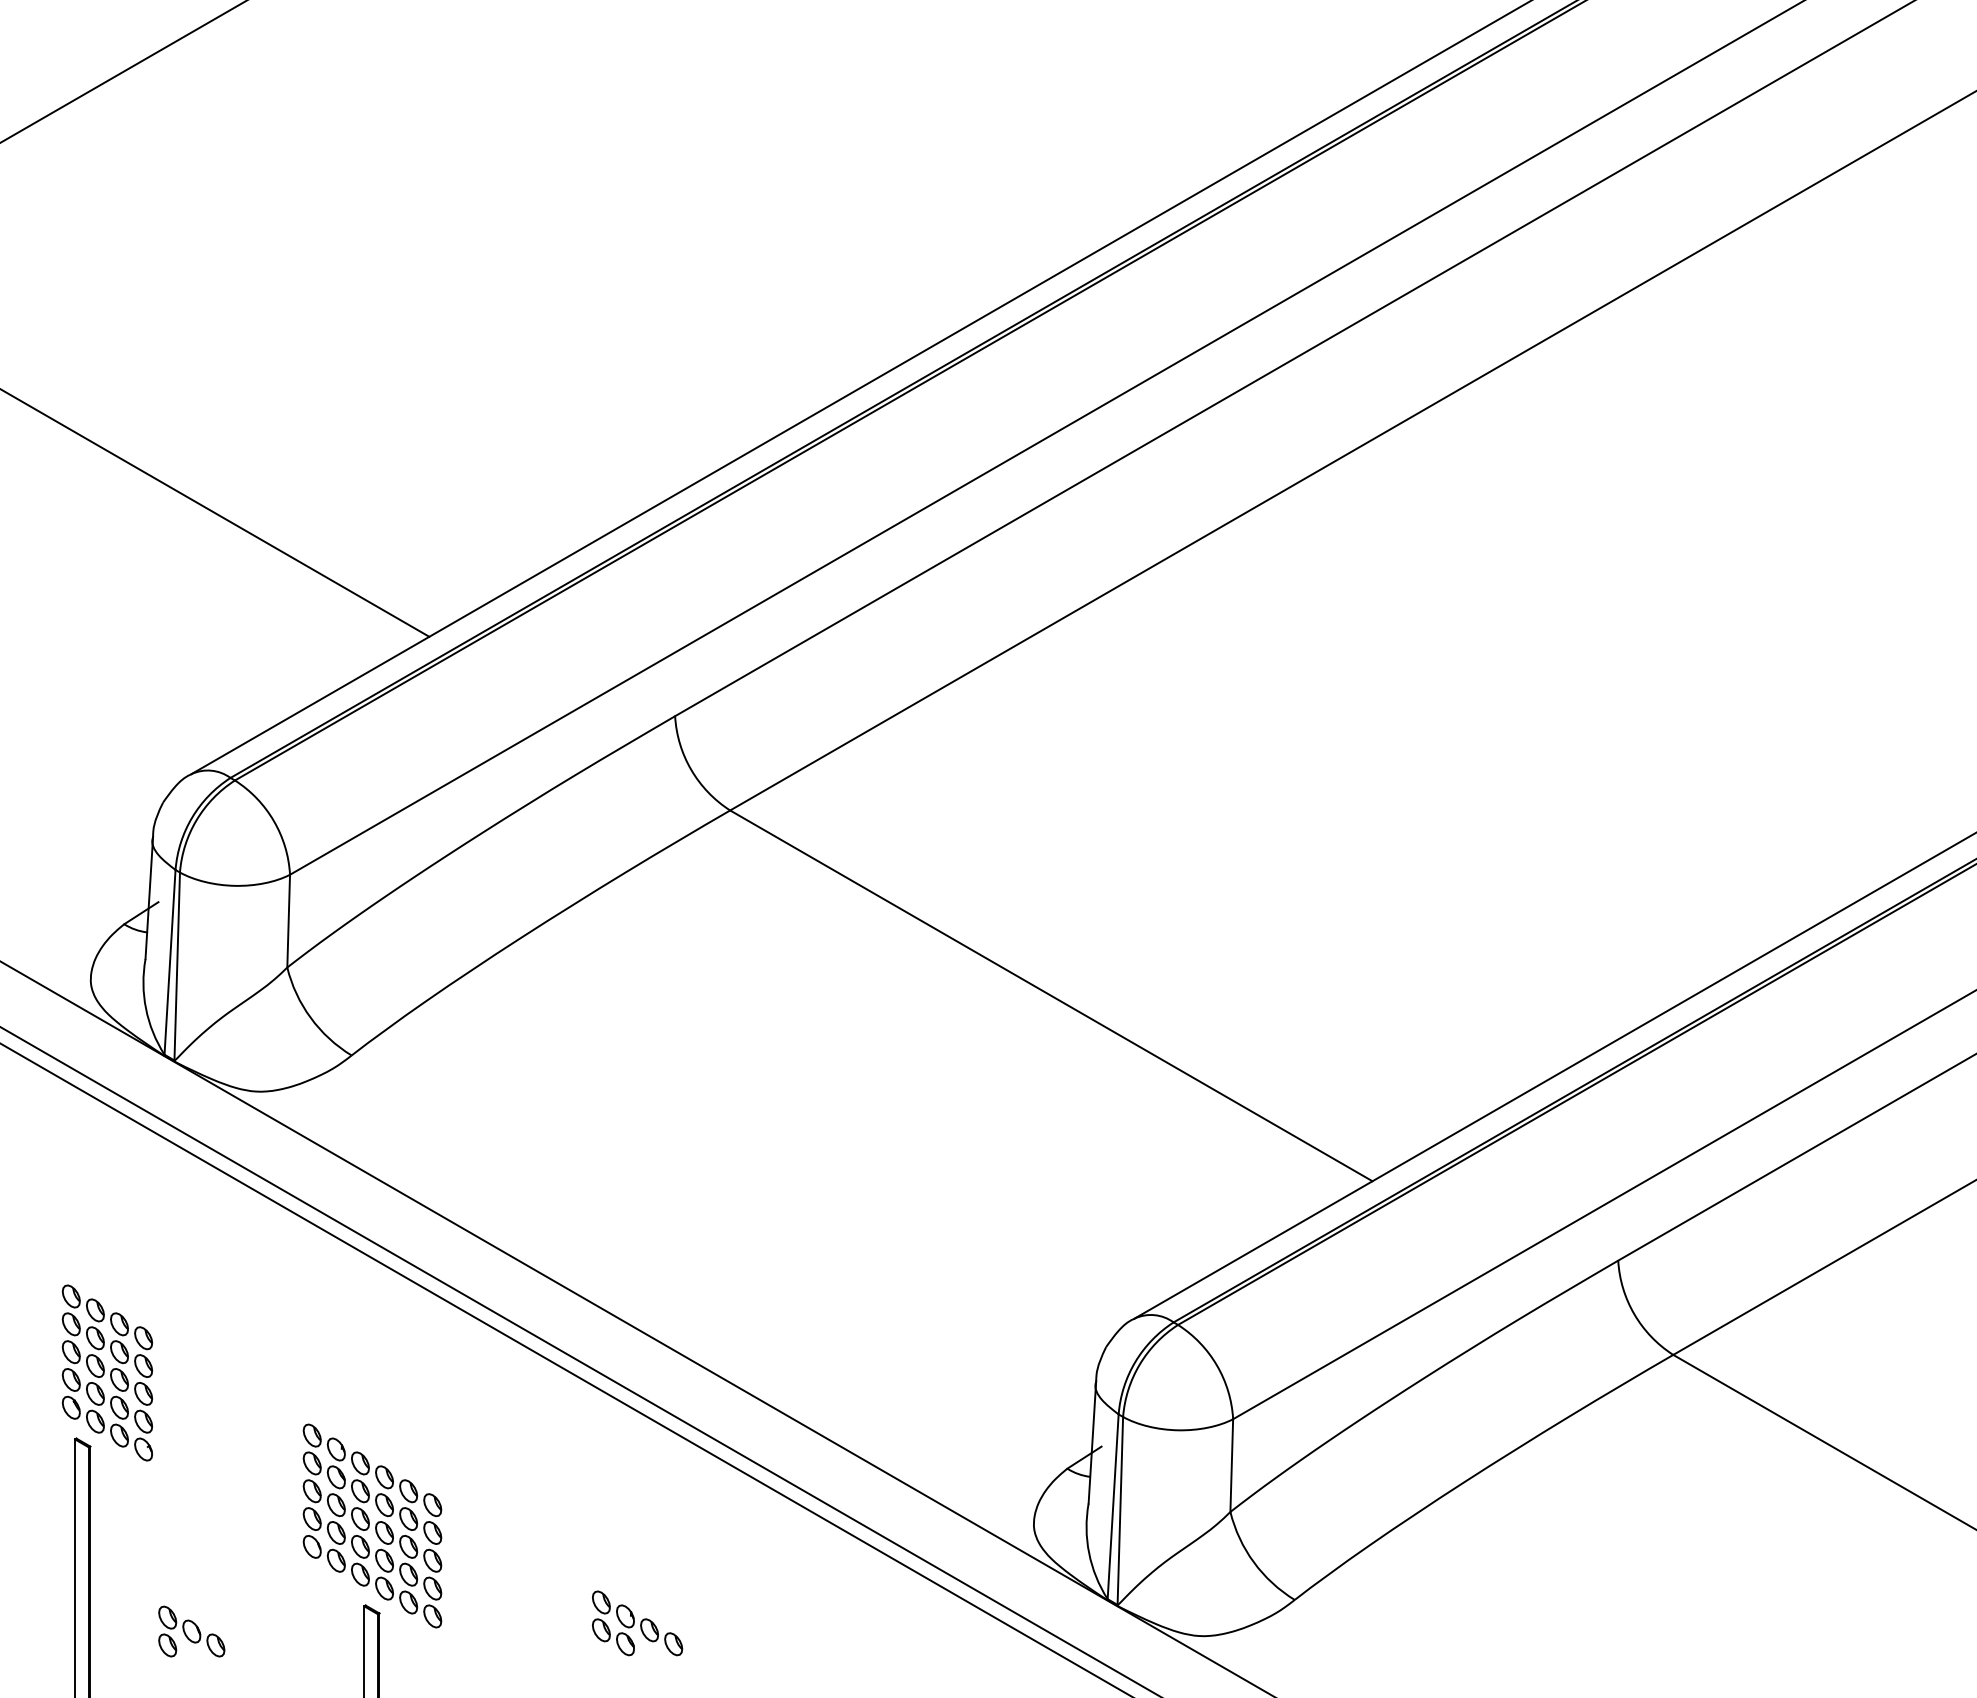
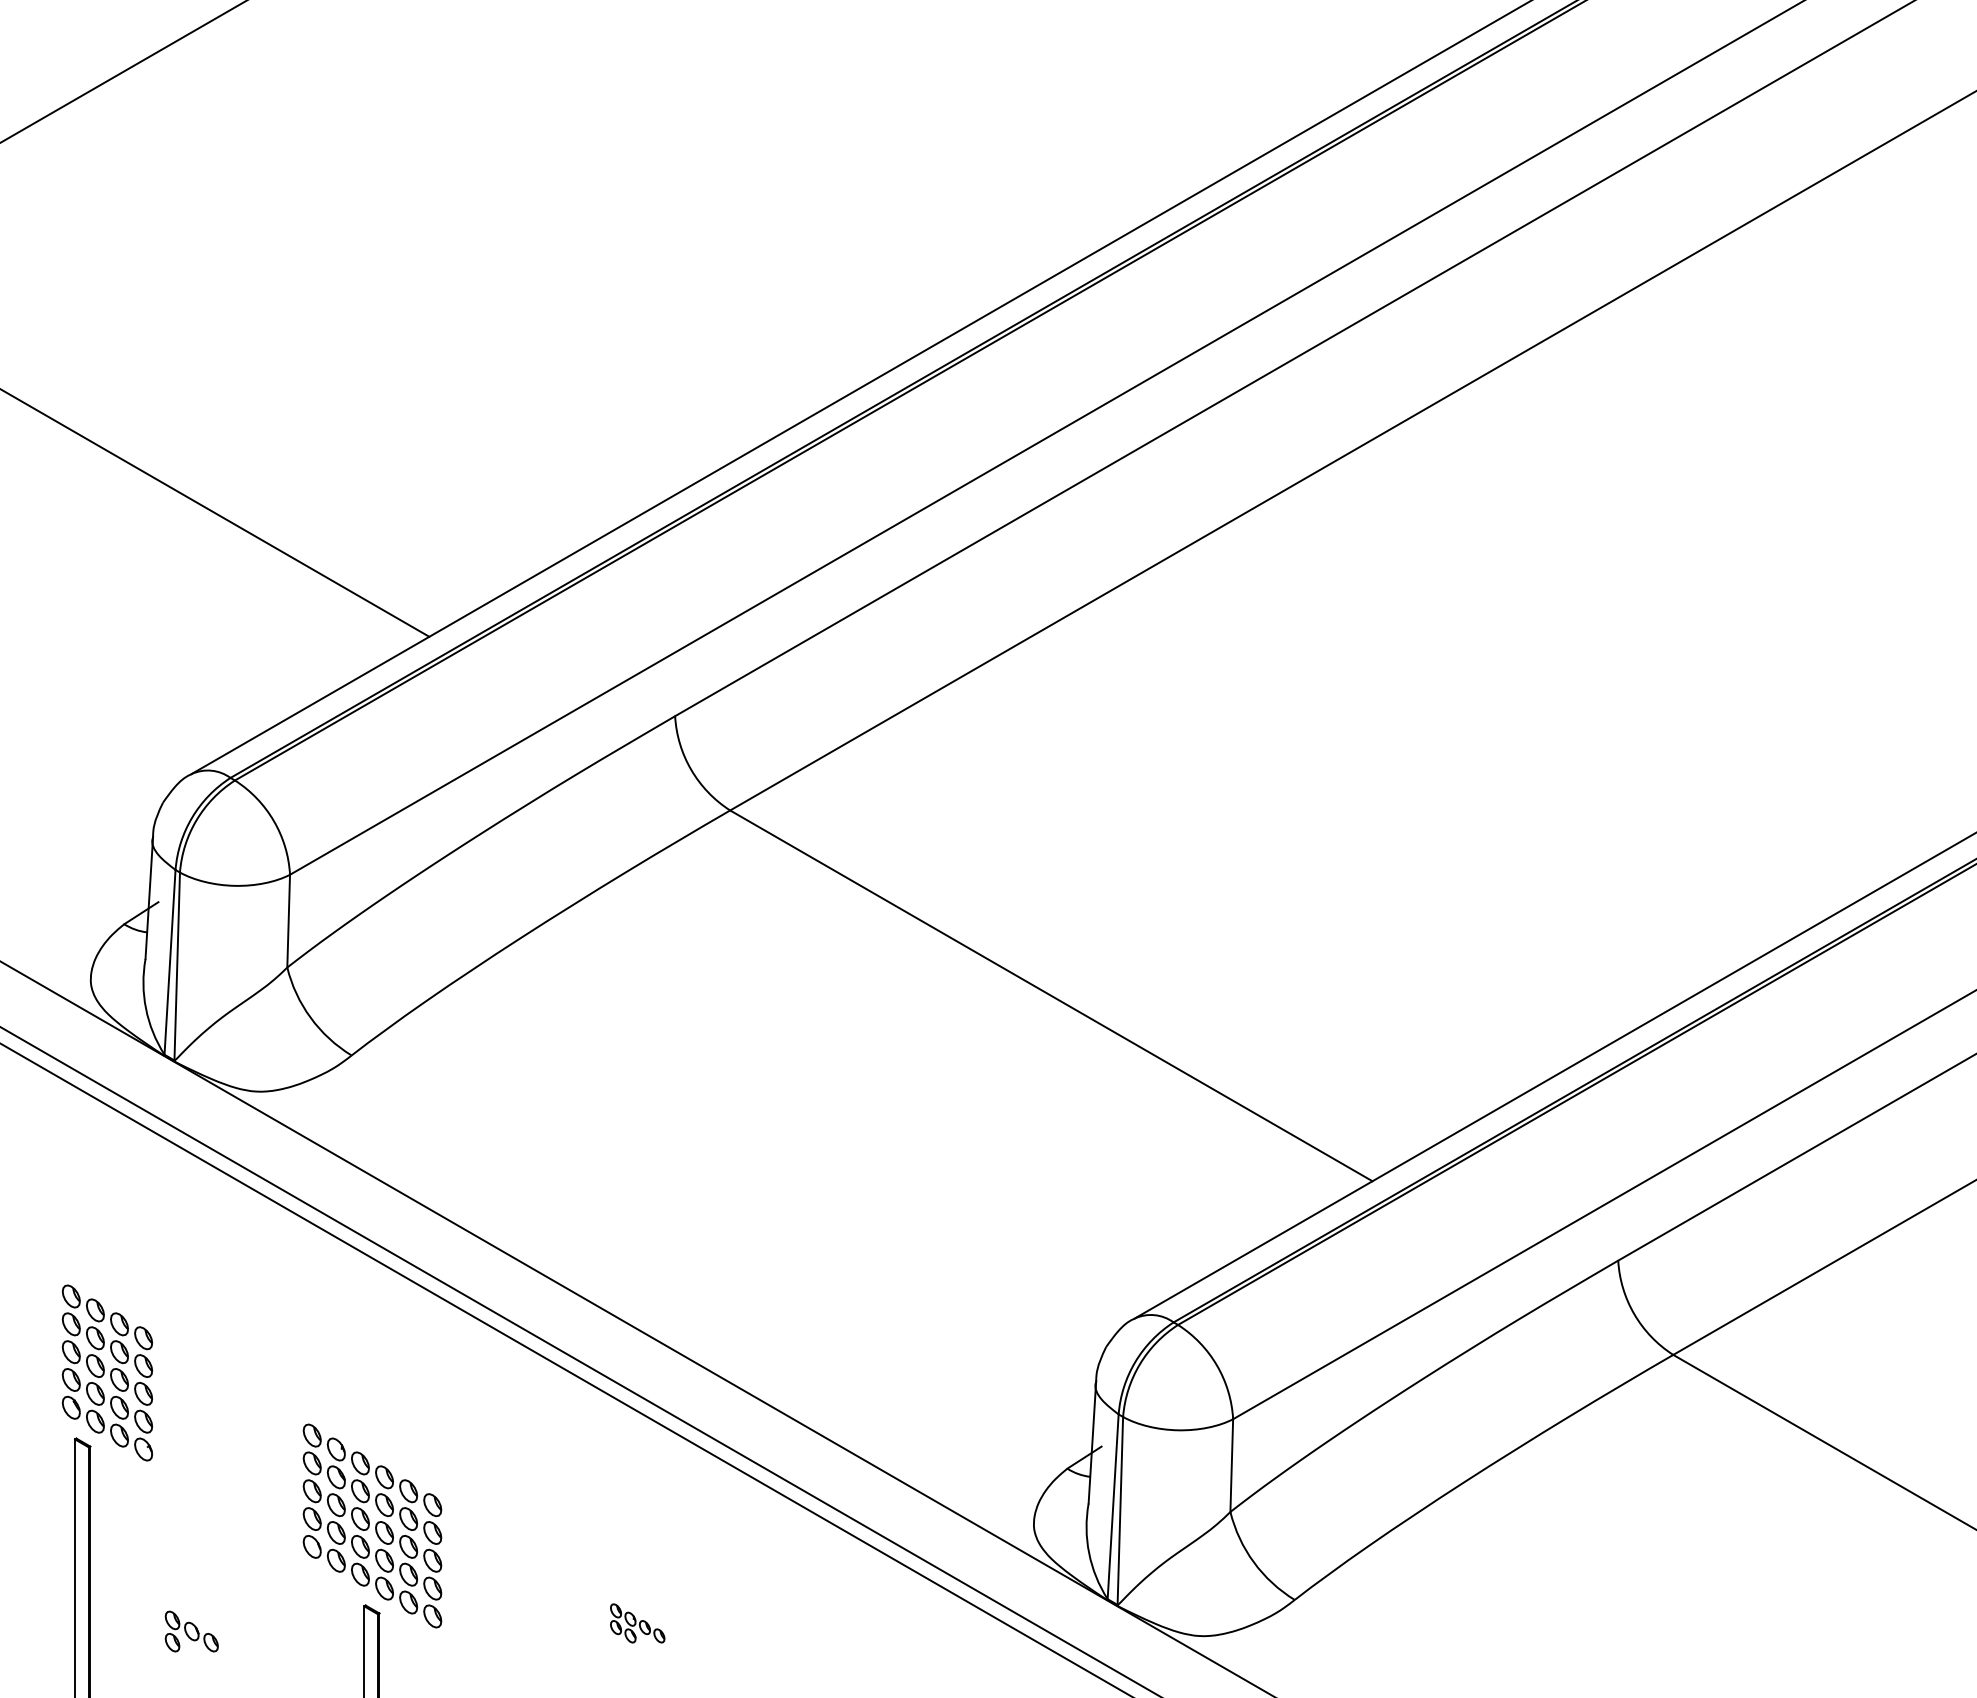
part at (637, 1623) size: 92x67 px -> 56x41 px
part at (191, 1631) size: 68x53 px -> 55x43 px
